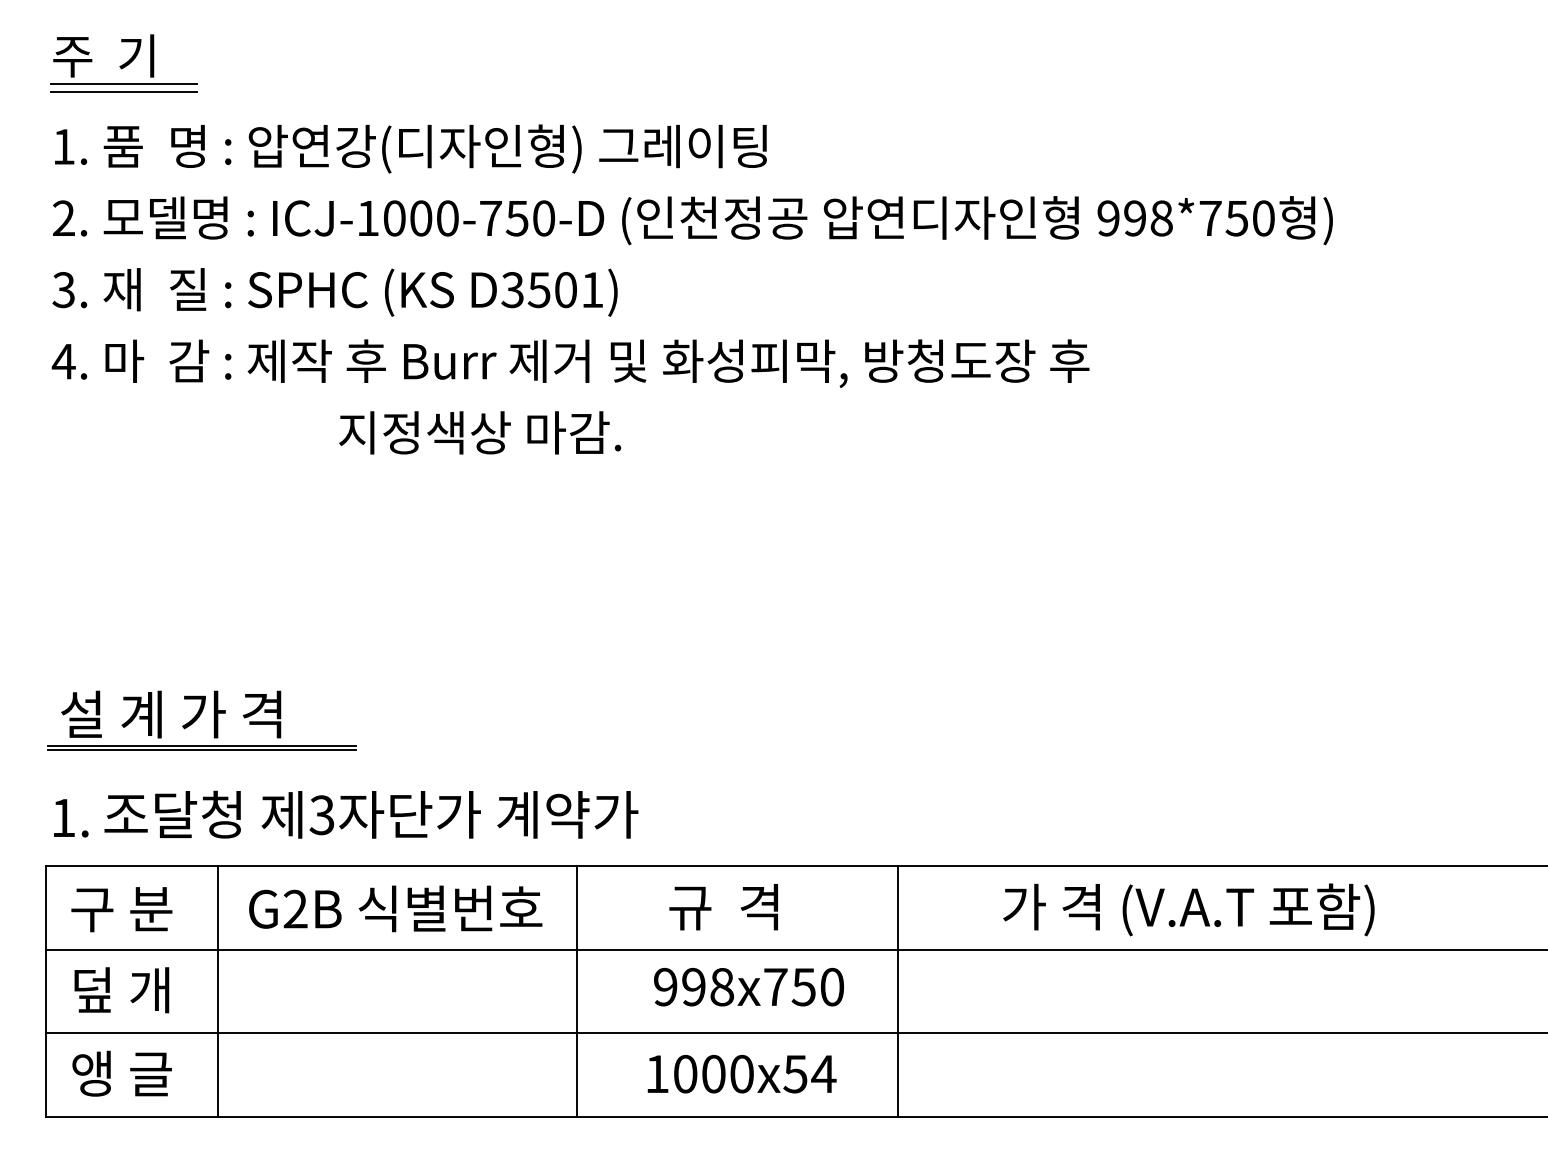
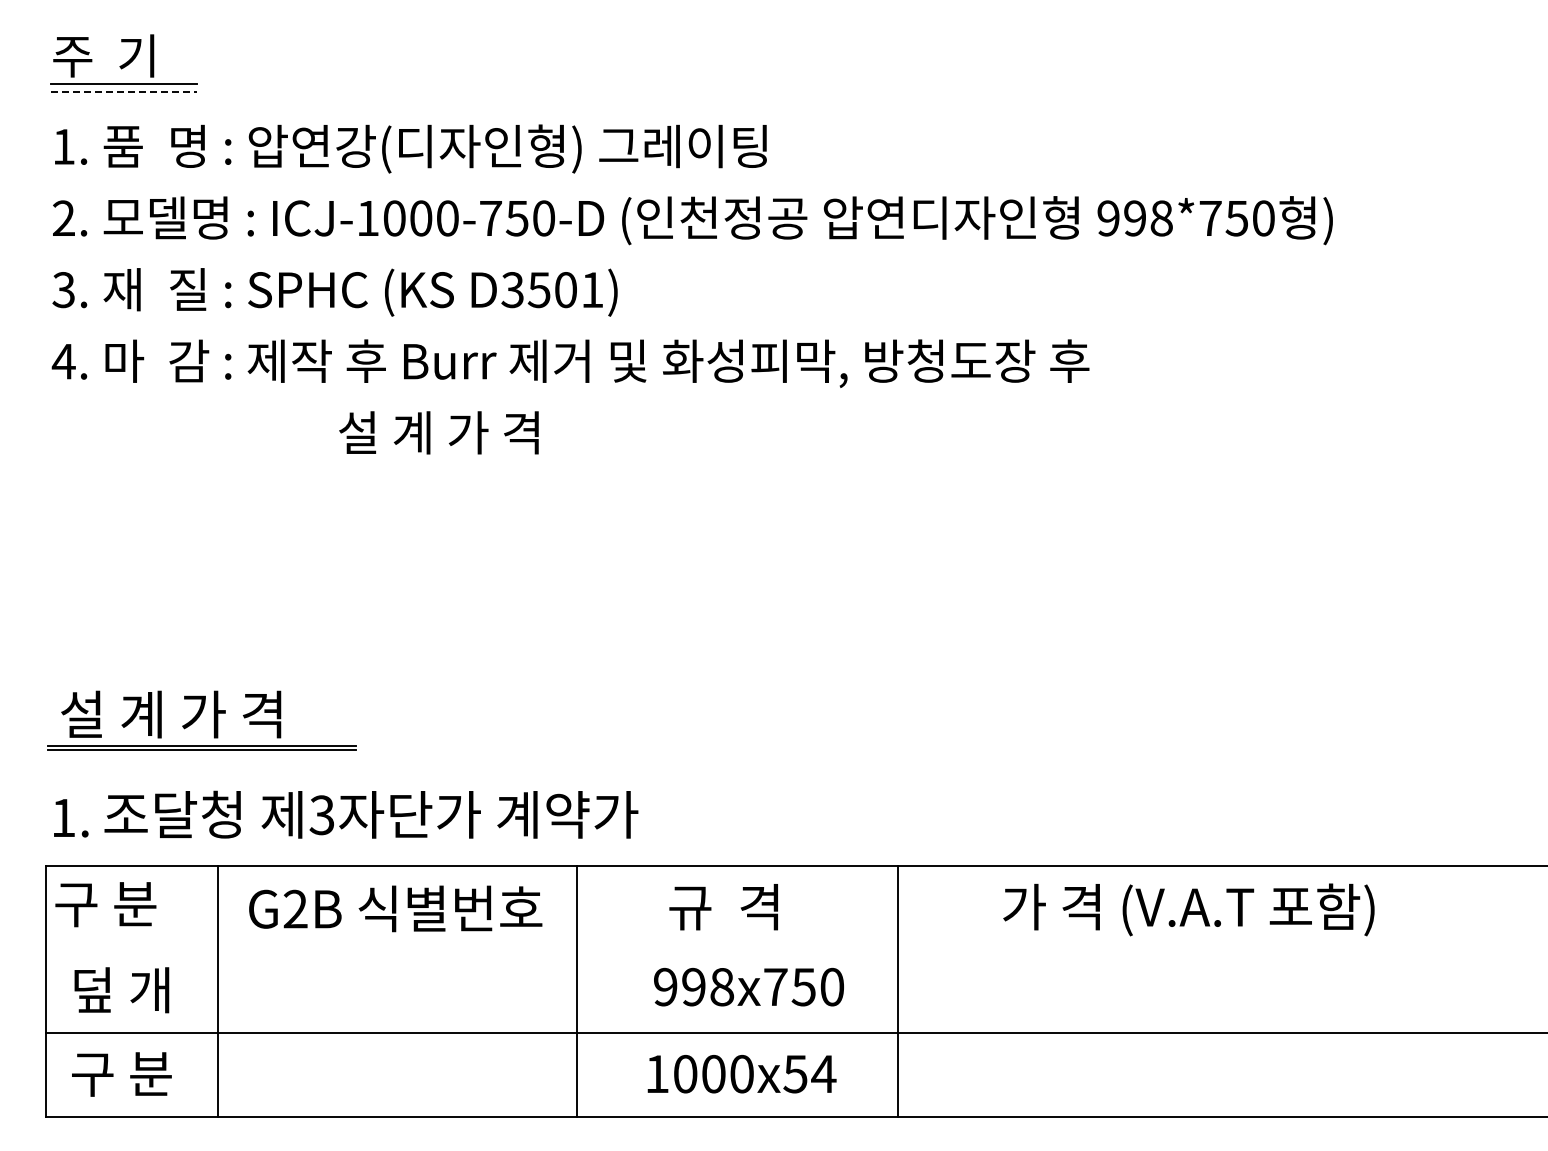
line at (123, 92): solid -> dashed
text at (480, 432): 지정색상 마감. -> 설 계 가 격
text at (121, 909) position: (121, 909) -> (105, 904)
line at (795, 949): present -> none
text at (121, 1073): 앵 글 -> 구 분
